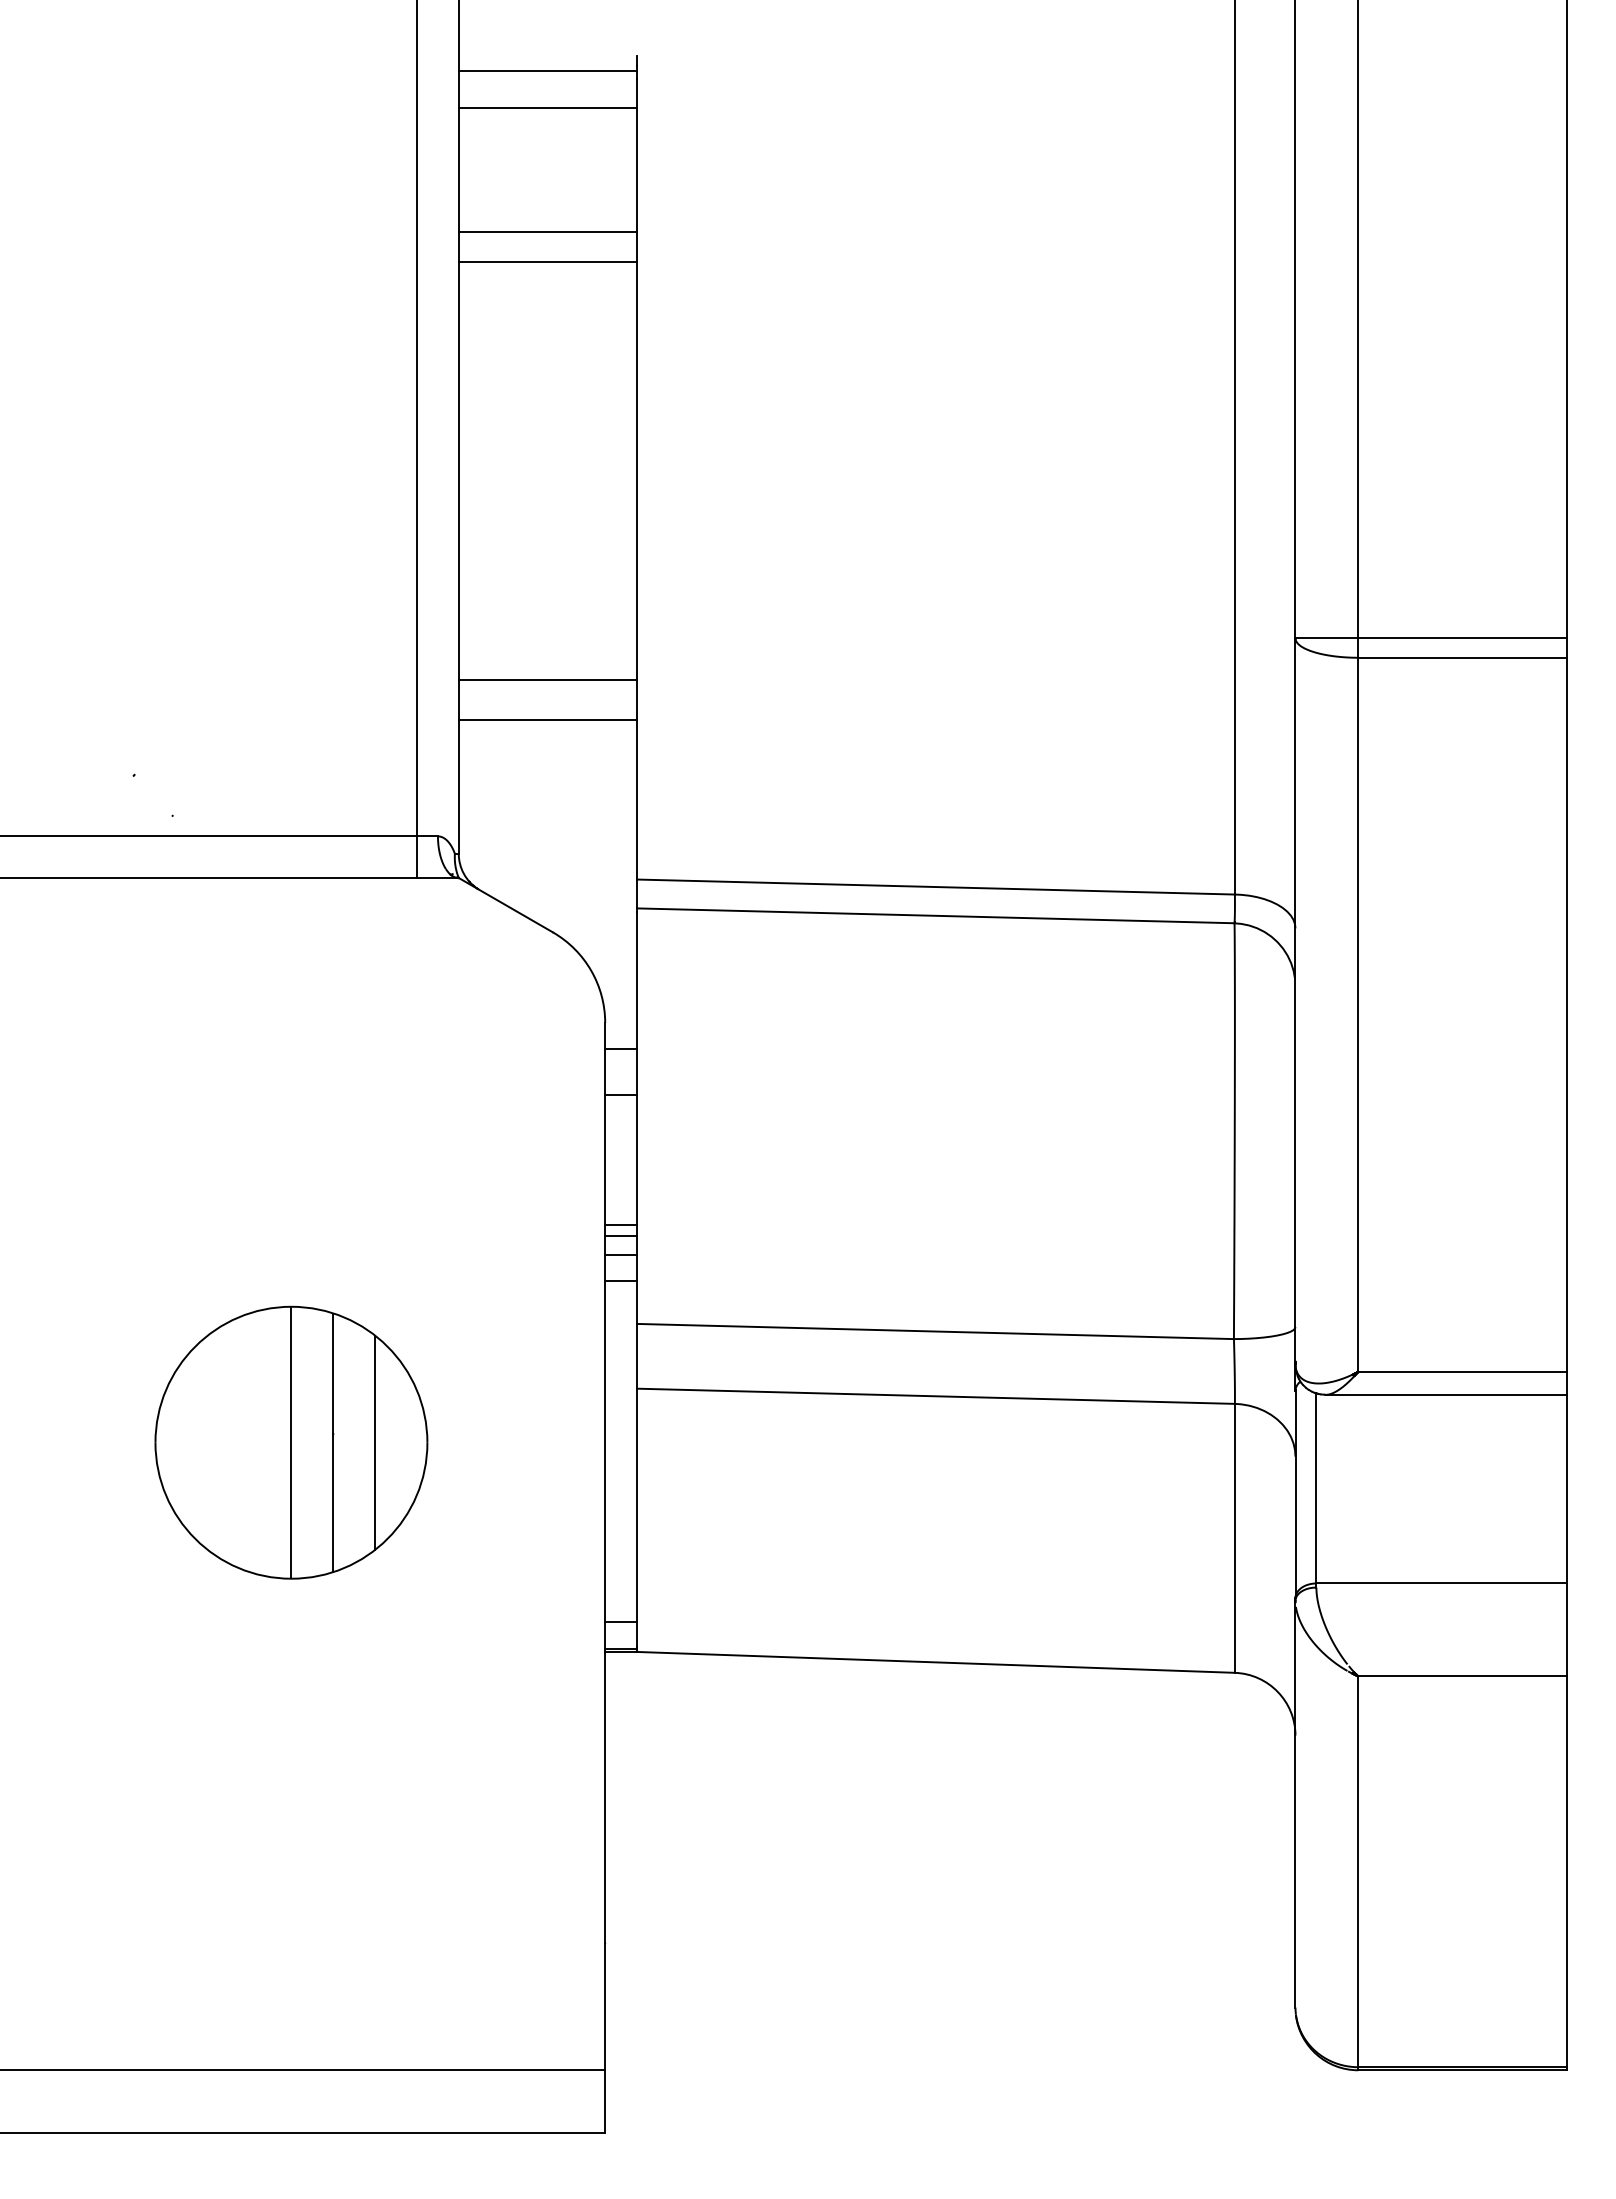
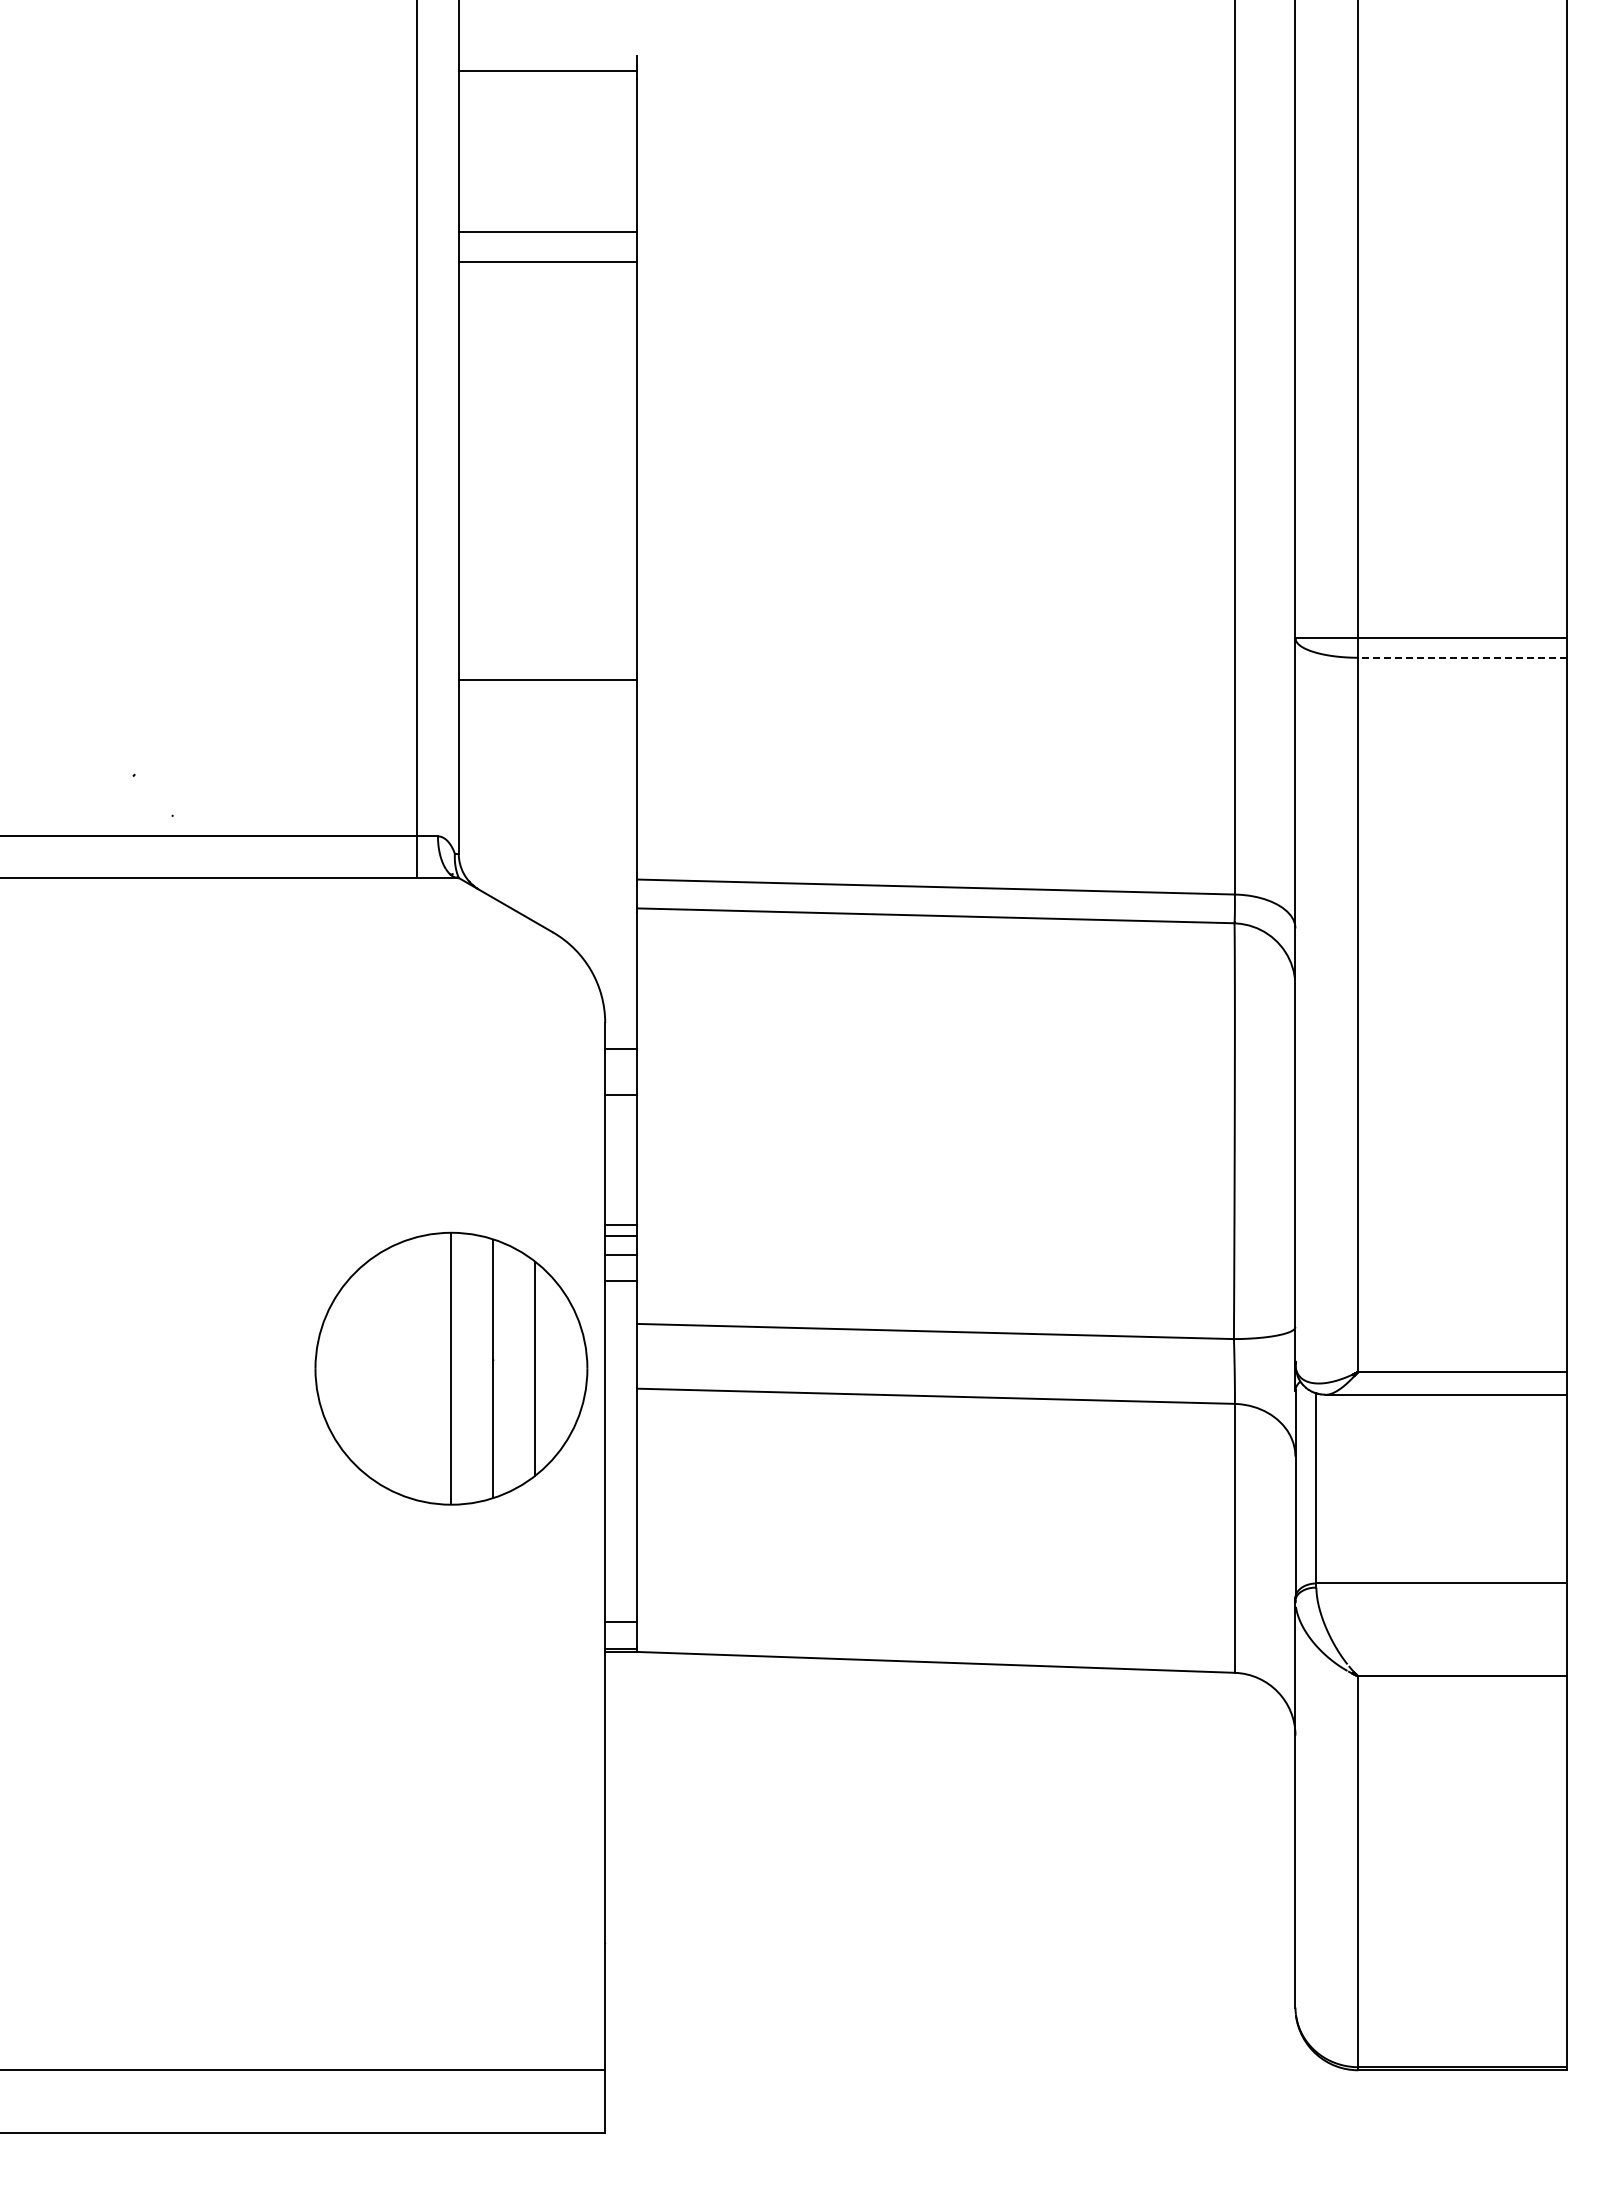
line at (547, 108): present -> none
line at (1462, 657): solid -> dashed
line at (547, 720): present -> none
part at (291, 1442) position: (291, 1442) -> (451, 1368)
